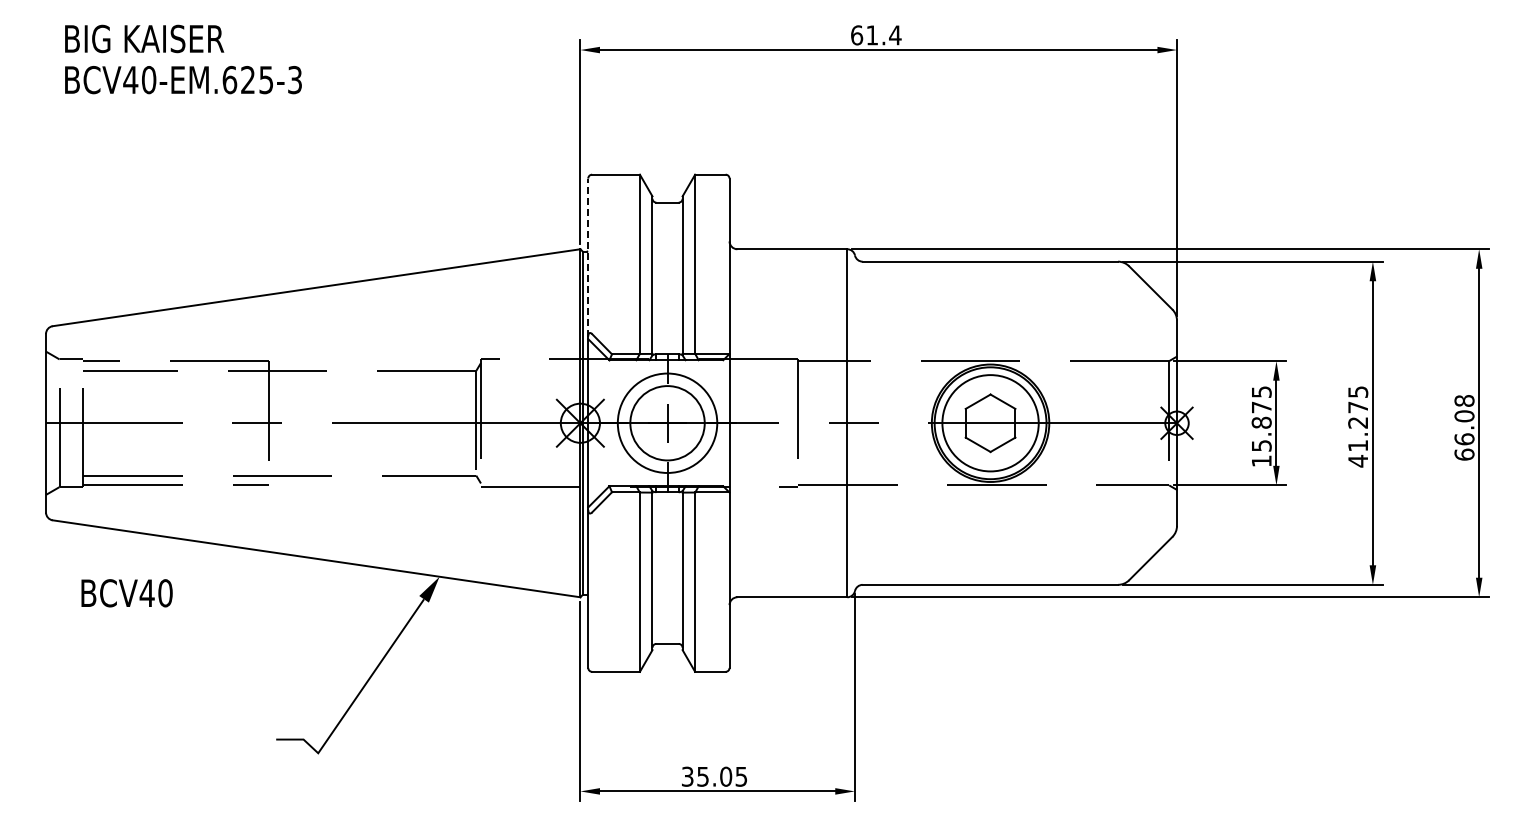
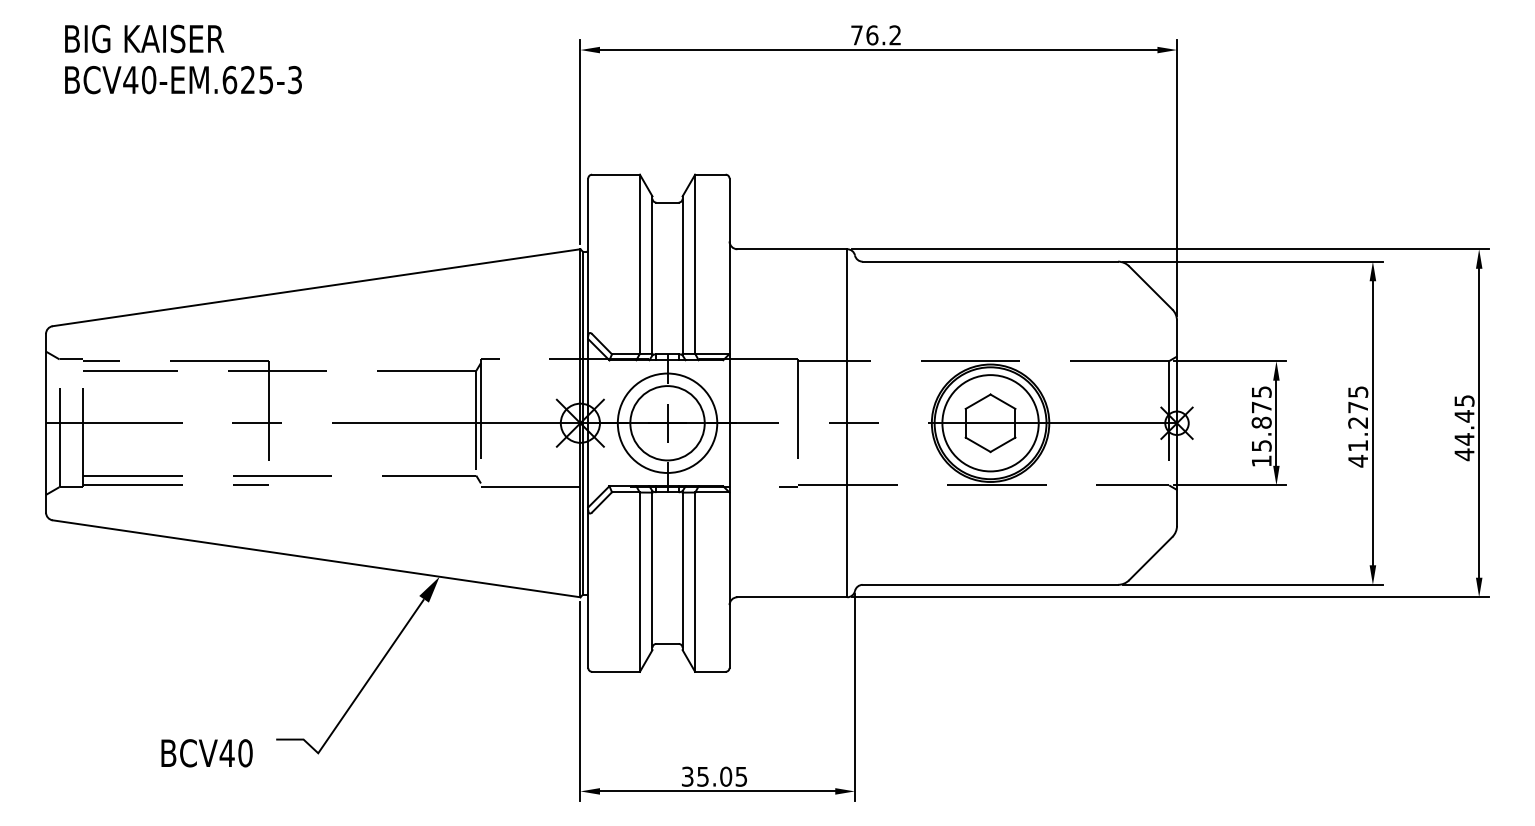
text at (876, 35): 61.4 -> 76.2
line at (588, 257): dashed -> solid
text at (1464, 428): 66.08 -> 44.45
text at (126, 593) position: (126, 593) -> (206, 753)
